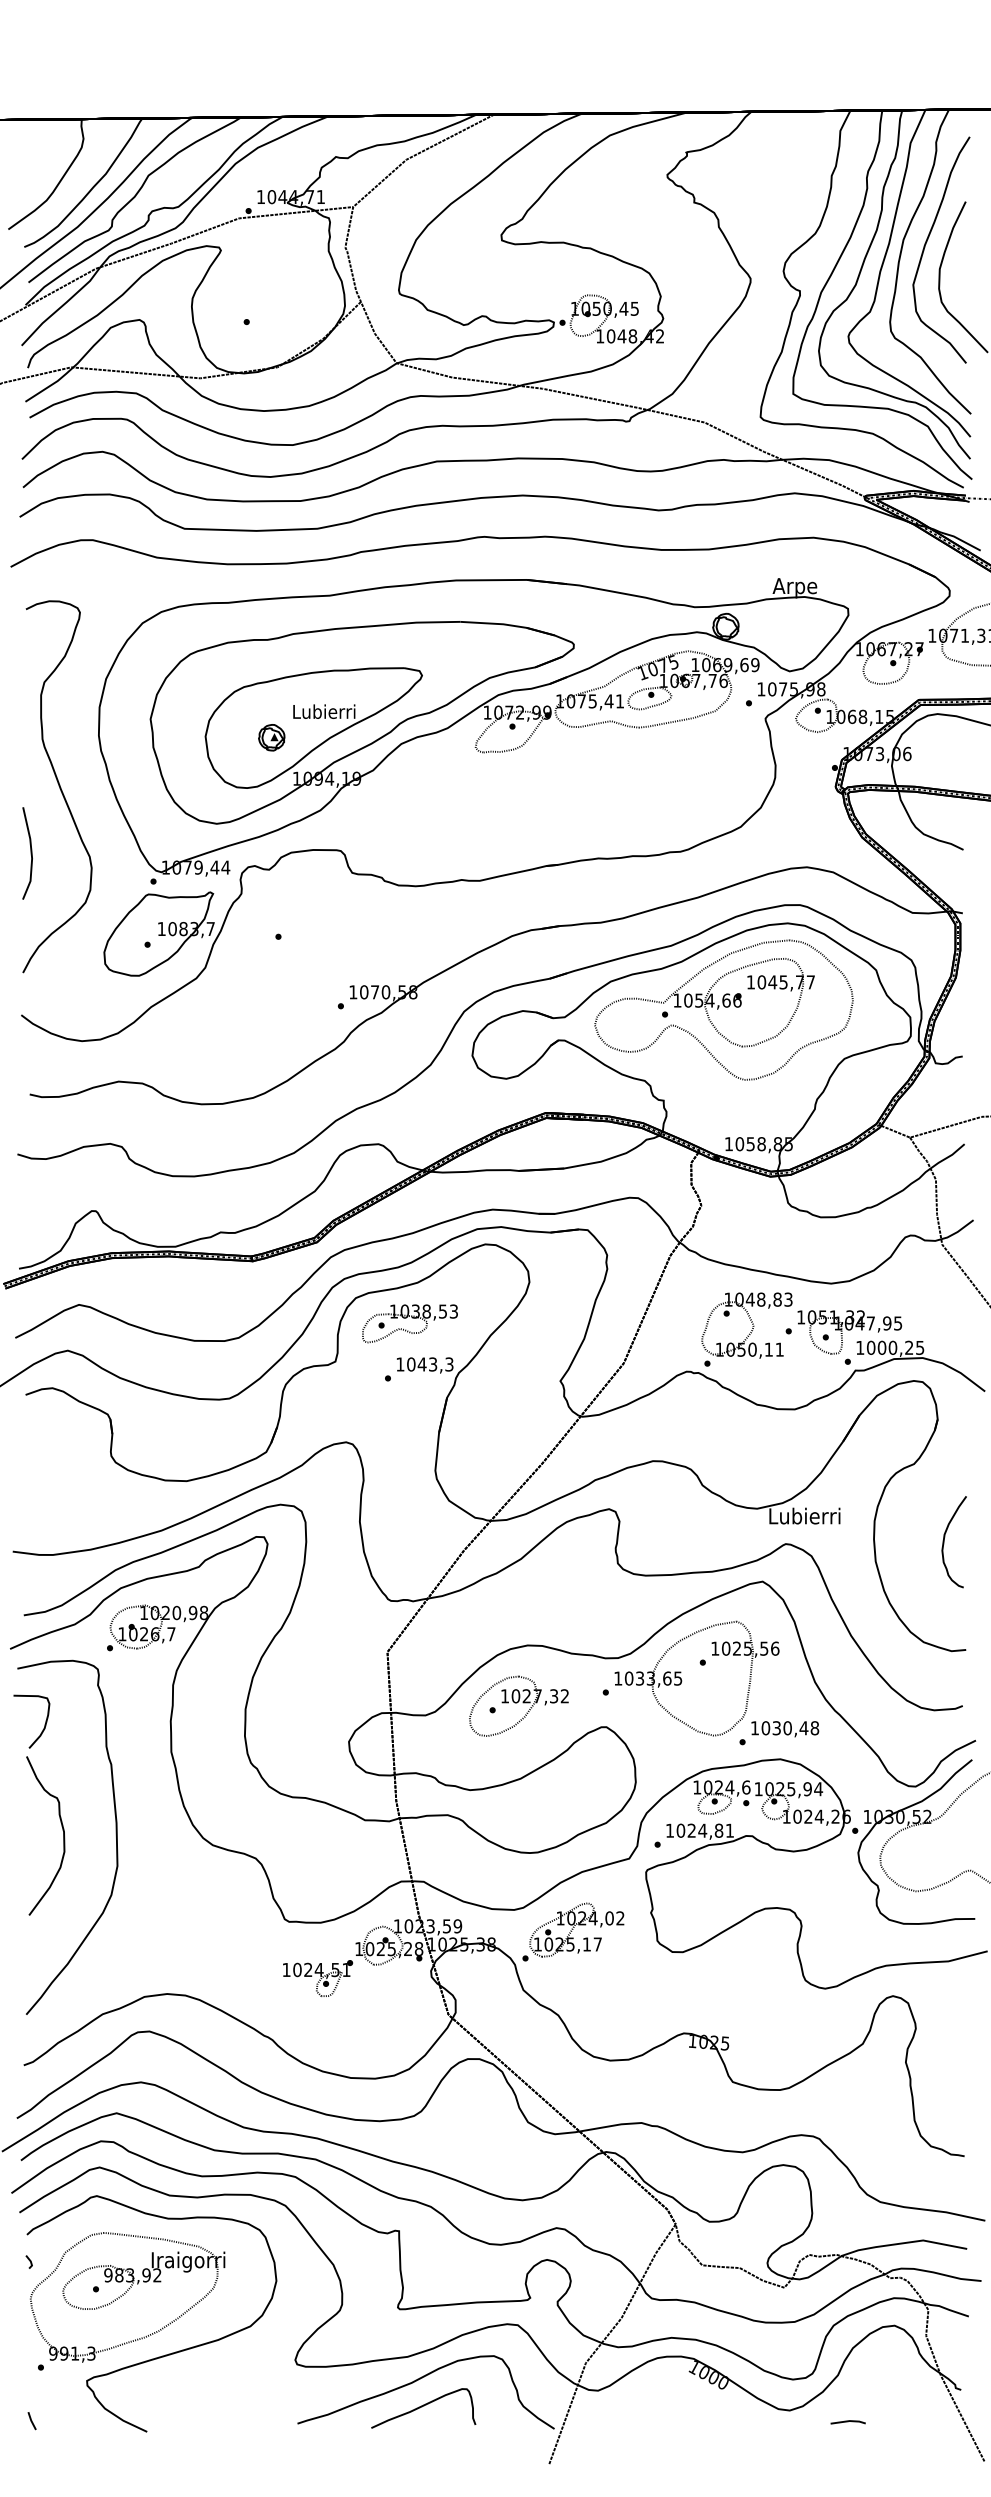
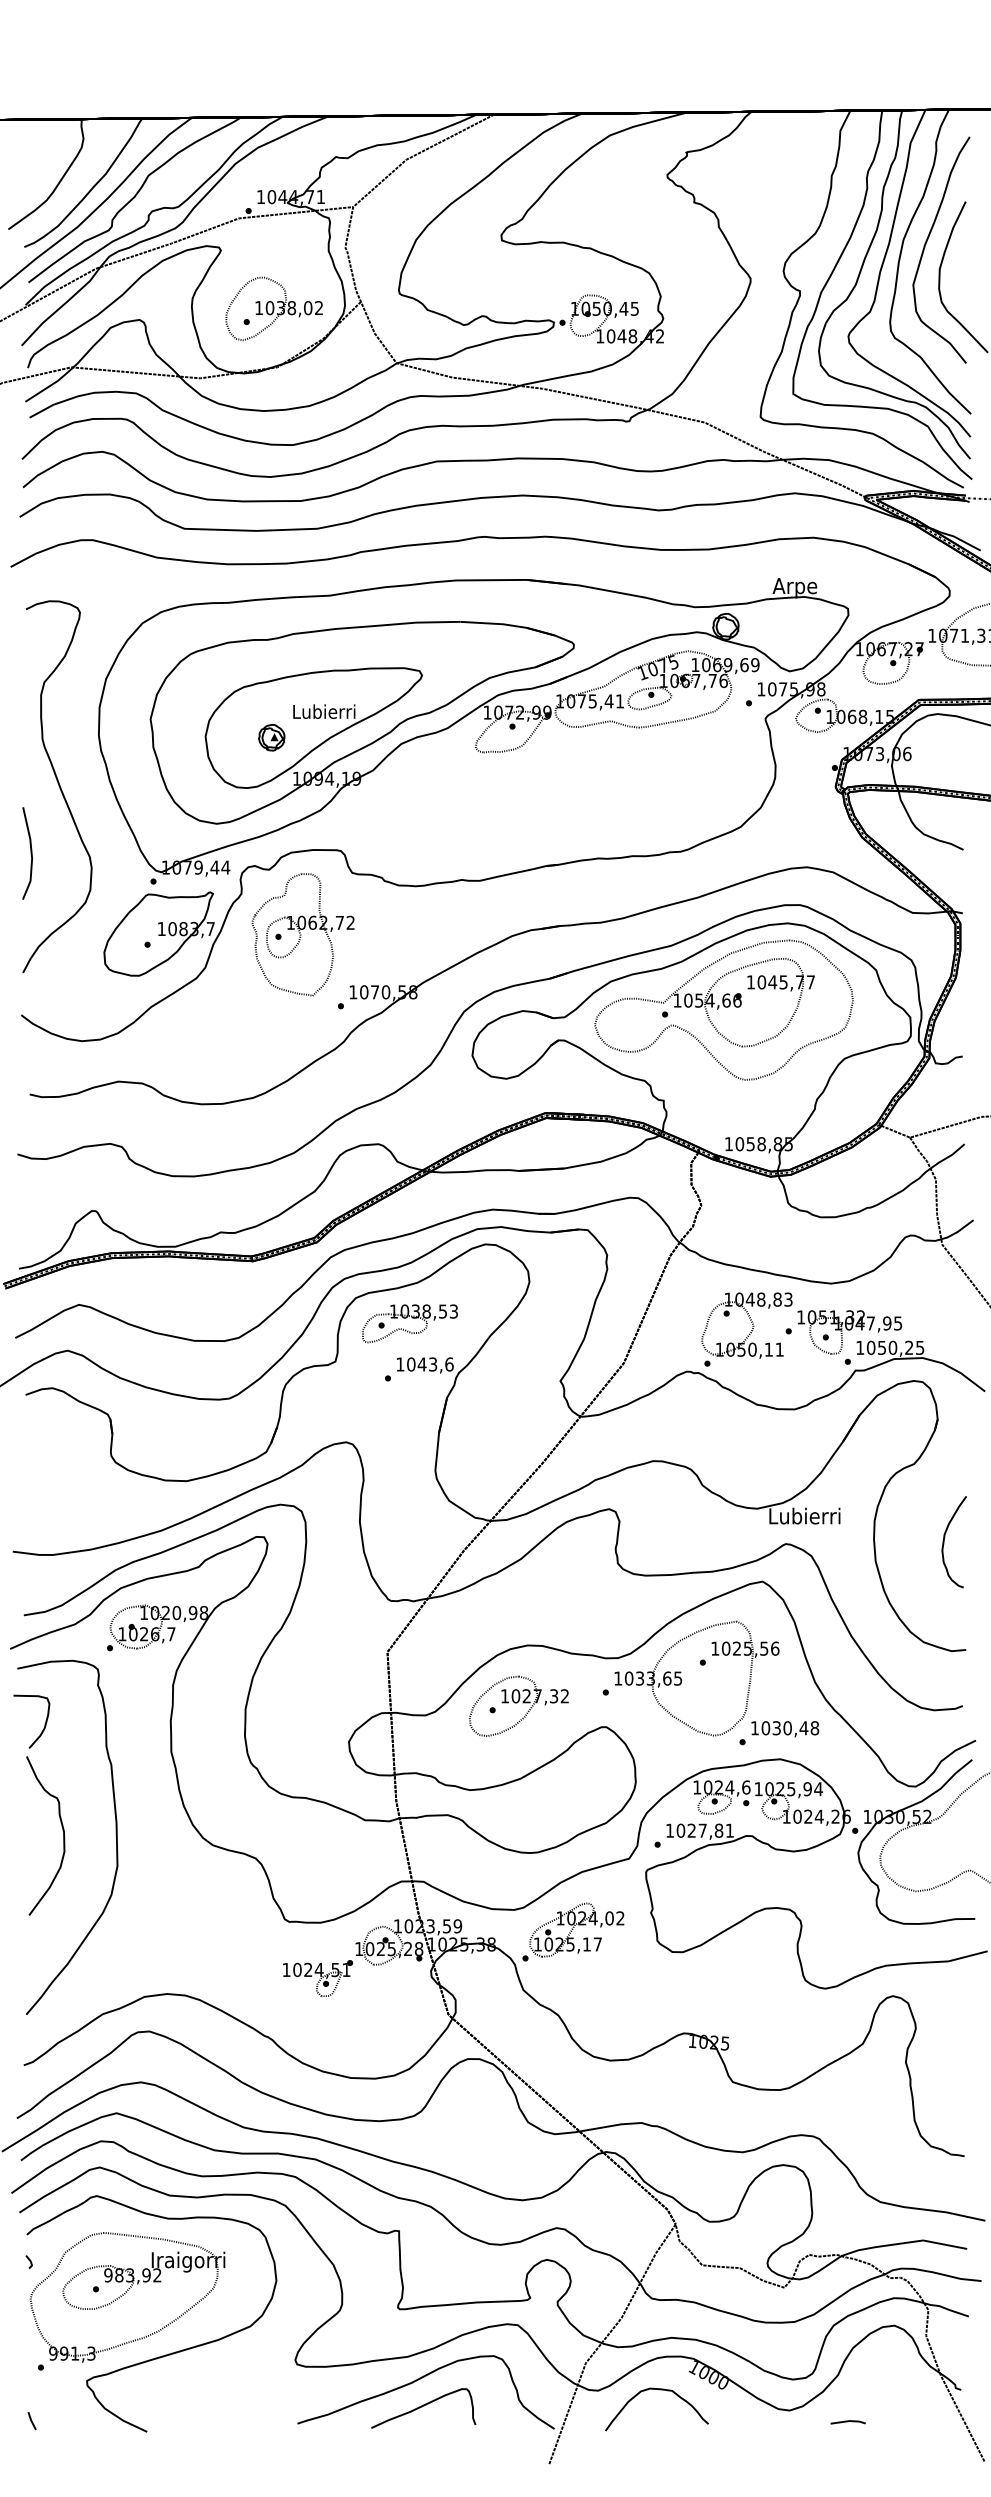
part at (273, 308): none -> present
part at (302, 934): none -> present
text at (881, 1347): 1000,25 -> 1050,25
text at (449, 1364): 1043,3 -> 1043,6
text at (702, 1830): 1024,81 -> 1027,81
curve at (659, 2390): none -> present
